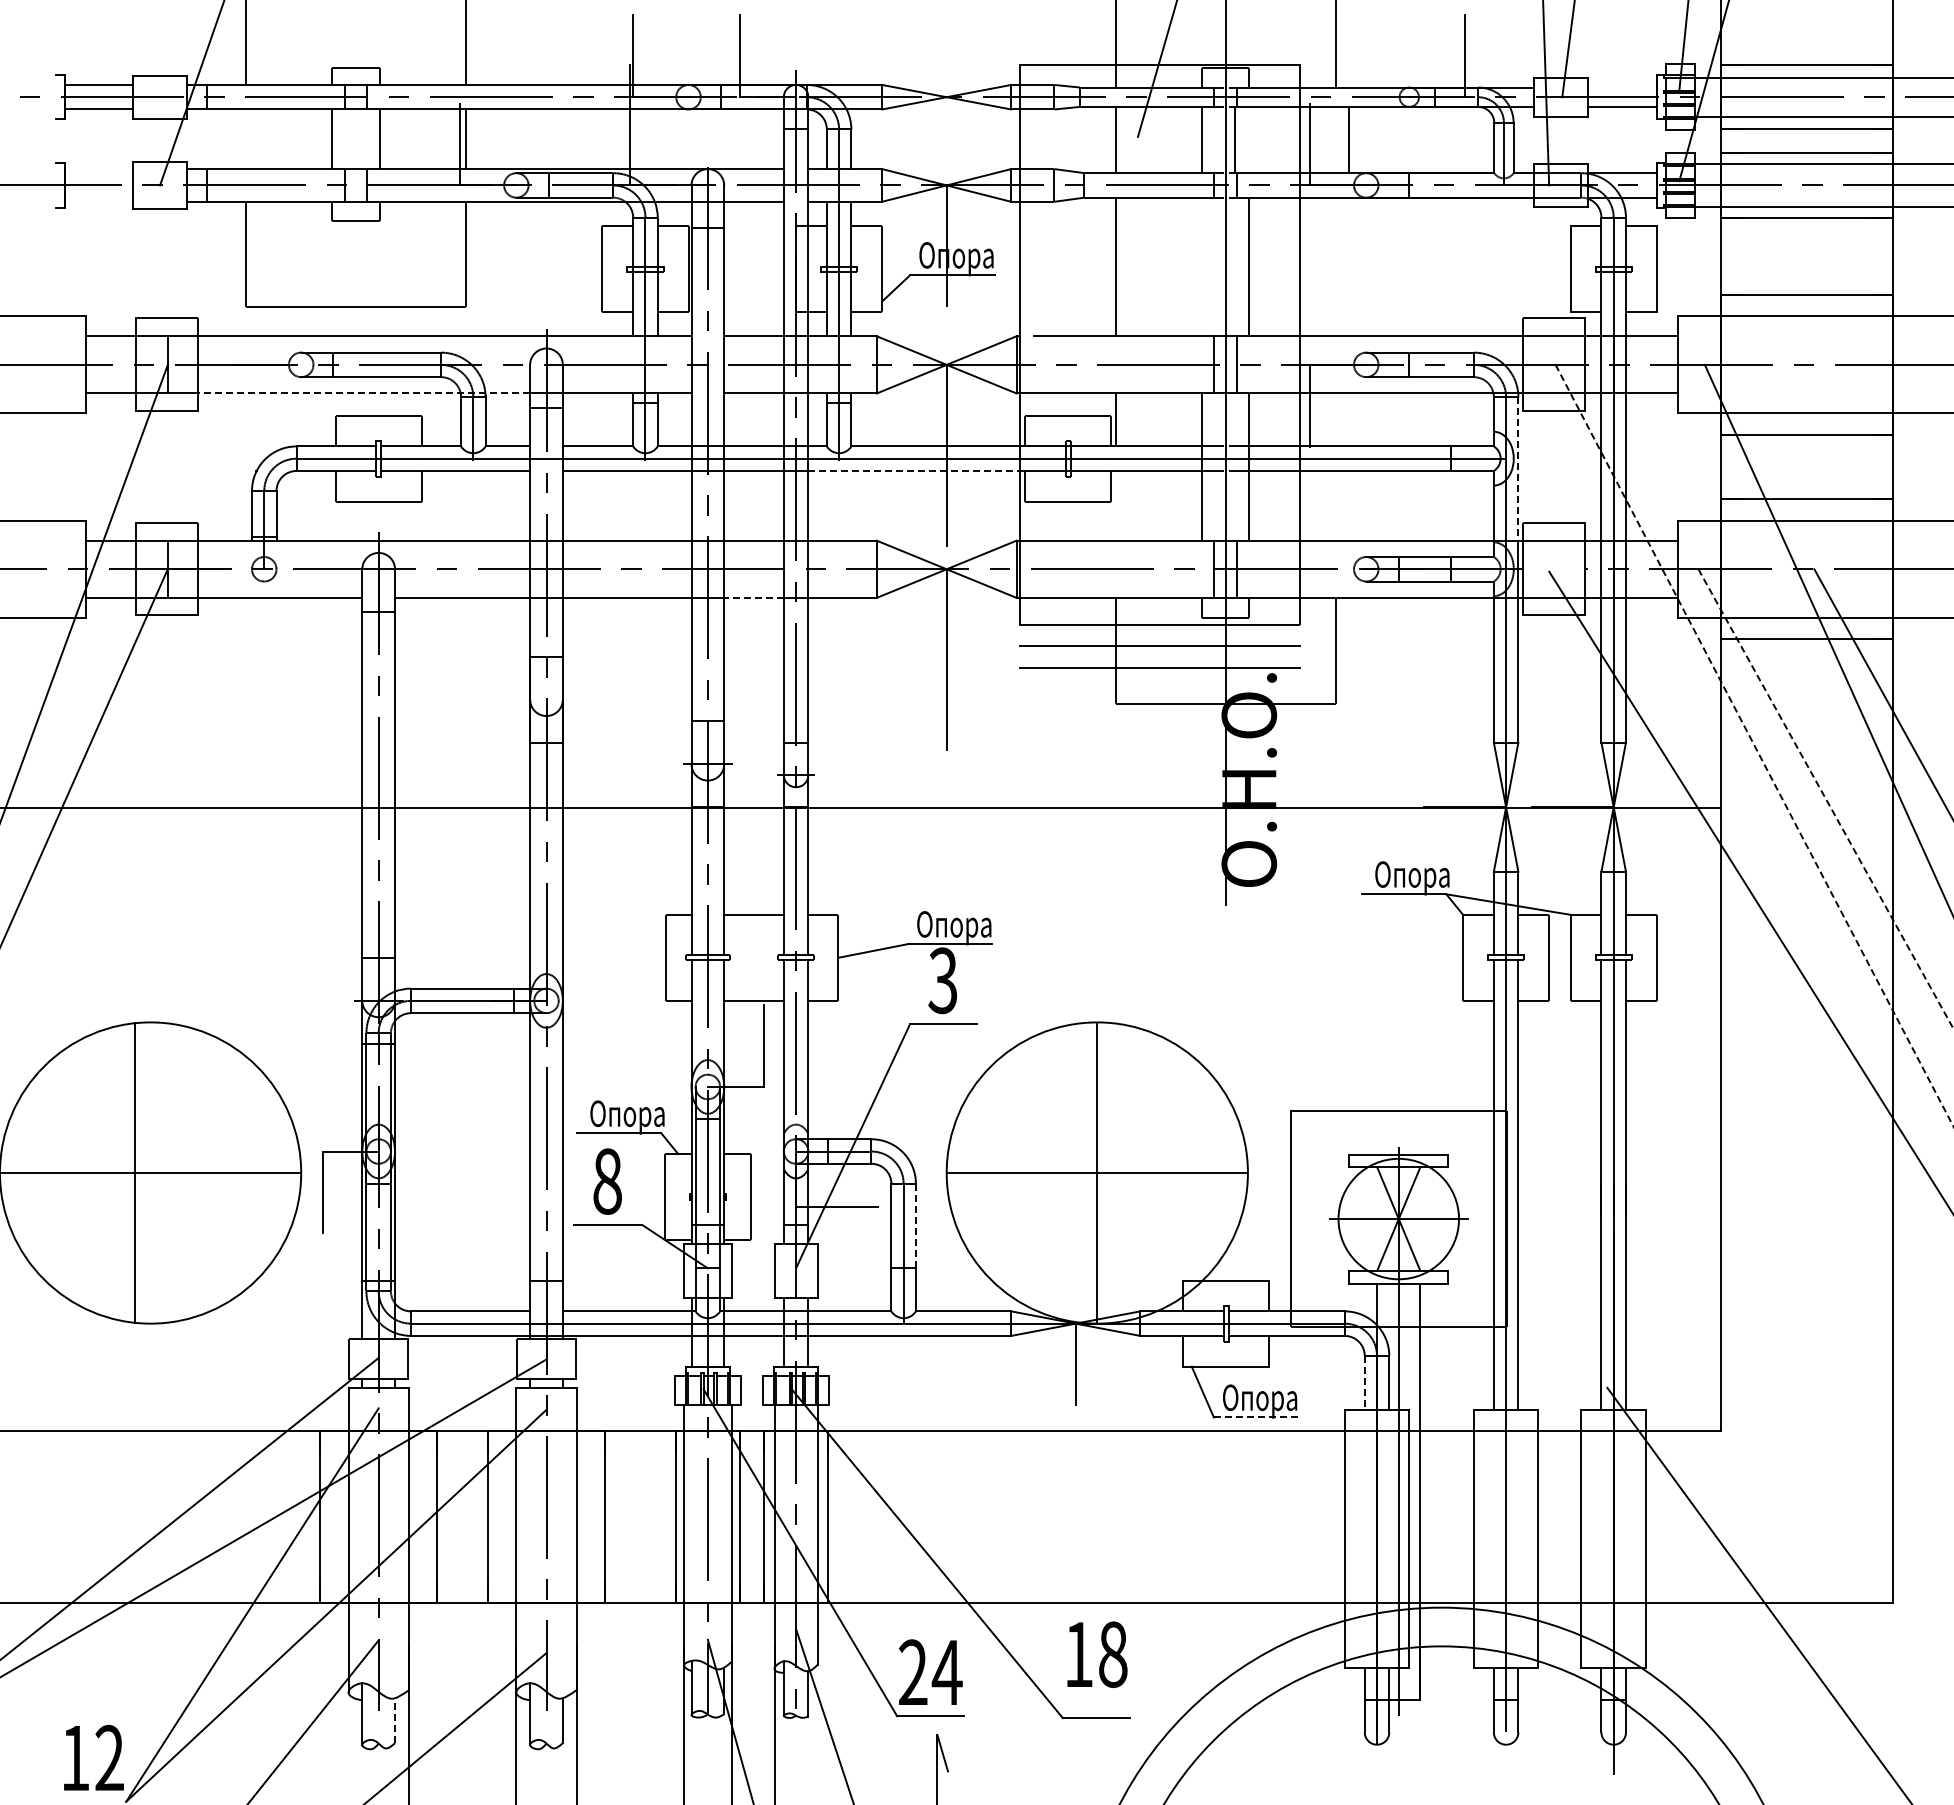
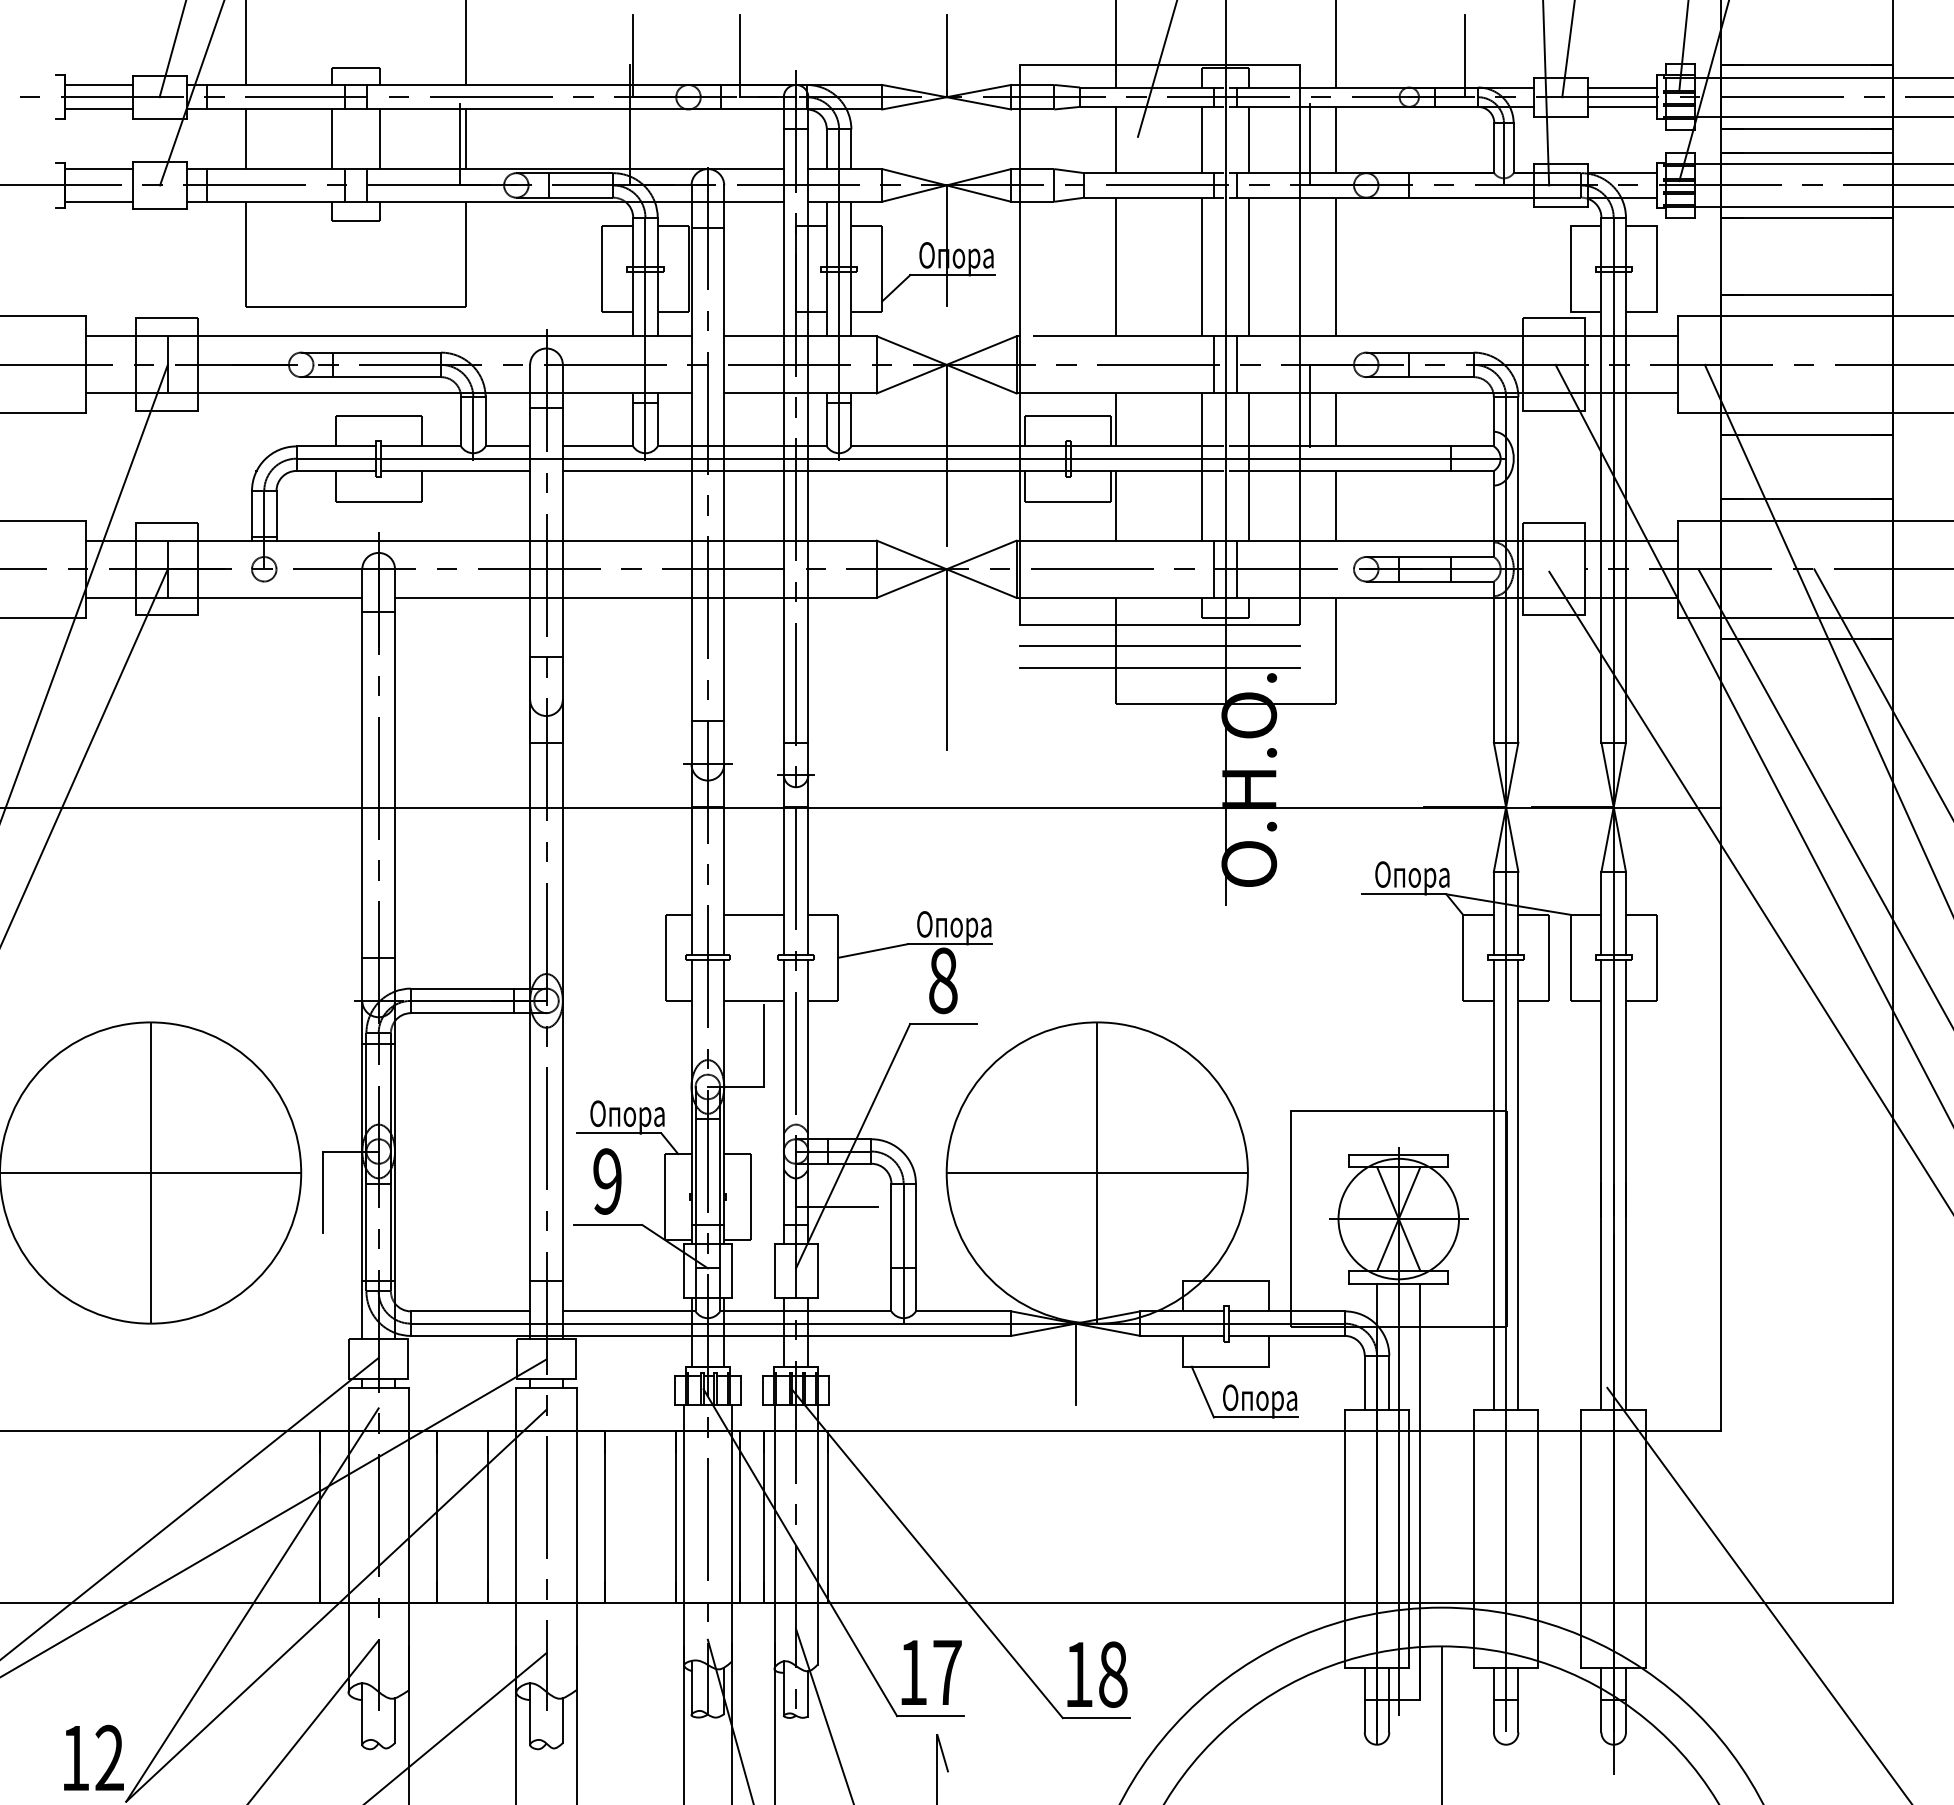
line at (172, 49): none -> present
line at (946, 56): none -> present
line at (1621, 87): none -> present
line at (246, 139): none -> present
line at (1235, 139) position: (1235, 139) -> (1249, 139)
line at (1348, 139) position: (1348, 139) -> (1335, 139)
line at (98, 169): none -> present
line at (98, 201): none -> present
line at (1202, 266): none -> present
line at (1335, 266): none -> present
line at (364, 393): dashed -> solid
line at (1335, 419): none -> present
line at (1518, 468): dashed -> solid
line at (914, 470): dashed -> solid
line at (1116, 505): none -> present
line at (1335, 505): none -> present
line at (754, 597): dashed -> solid
line at (1754, 745): dashed -> solid
line at (1826, 799): dashed -> solid
text at (942, 980): 3 -> 8
line at (134, 1172) position: (134, 1172) -> (150, 1172)
text at (607, 1181): 8 -> 9
line at (915, 1226): dashed -> solid
line at (1364, 1382): dashed -> solid
line at (1256, 1417): dashed -> solid
text at (1097, 1654) position: (1097, 1654) -> (1097, 1674)
text at (930, 1671): 24 -> 17
line at (395, 1720): dashed -> solid
line at (1441, 1723): none -> present
